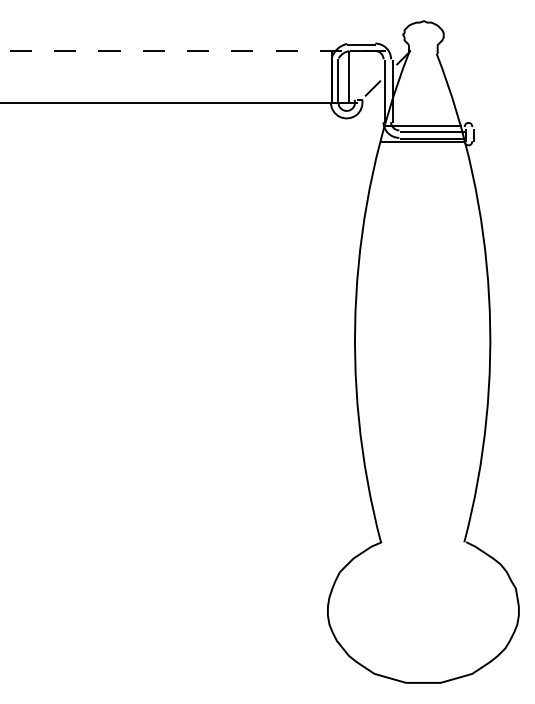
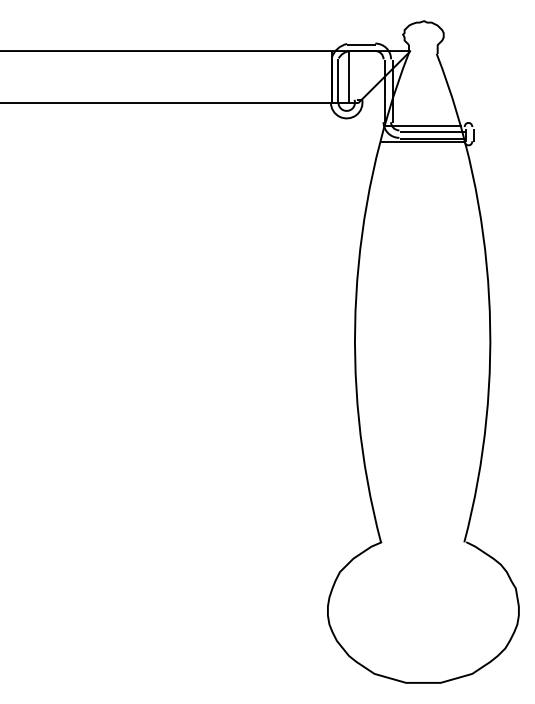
line at (243, 51): dashed -> solid
